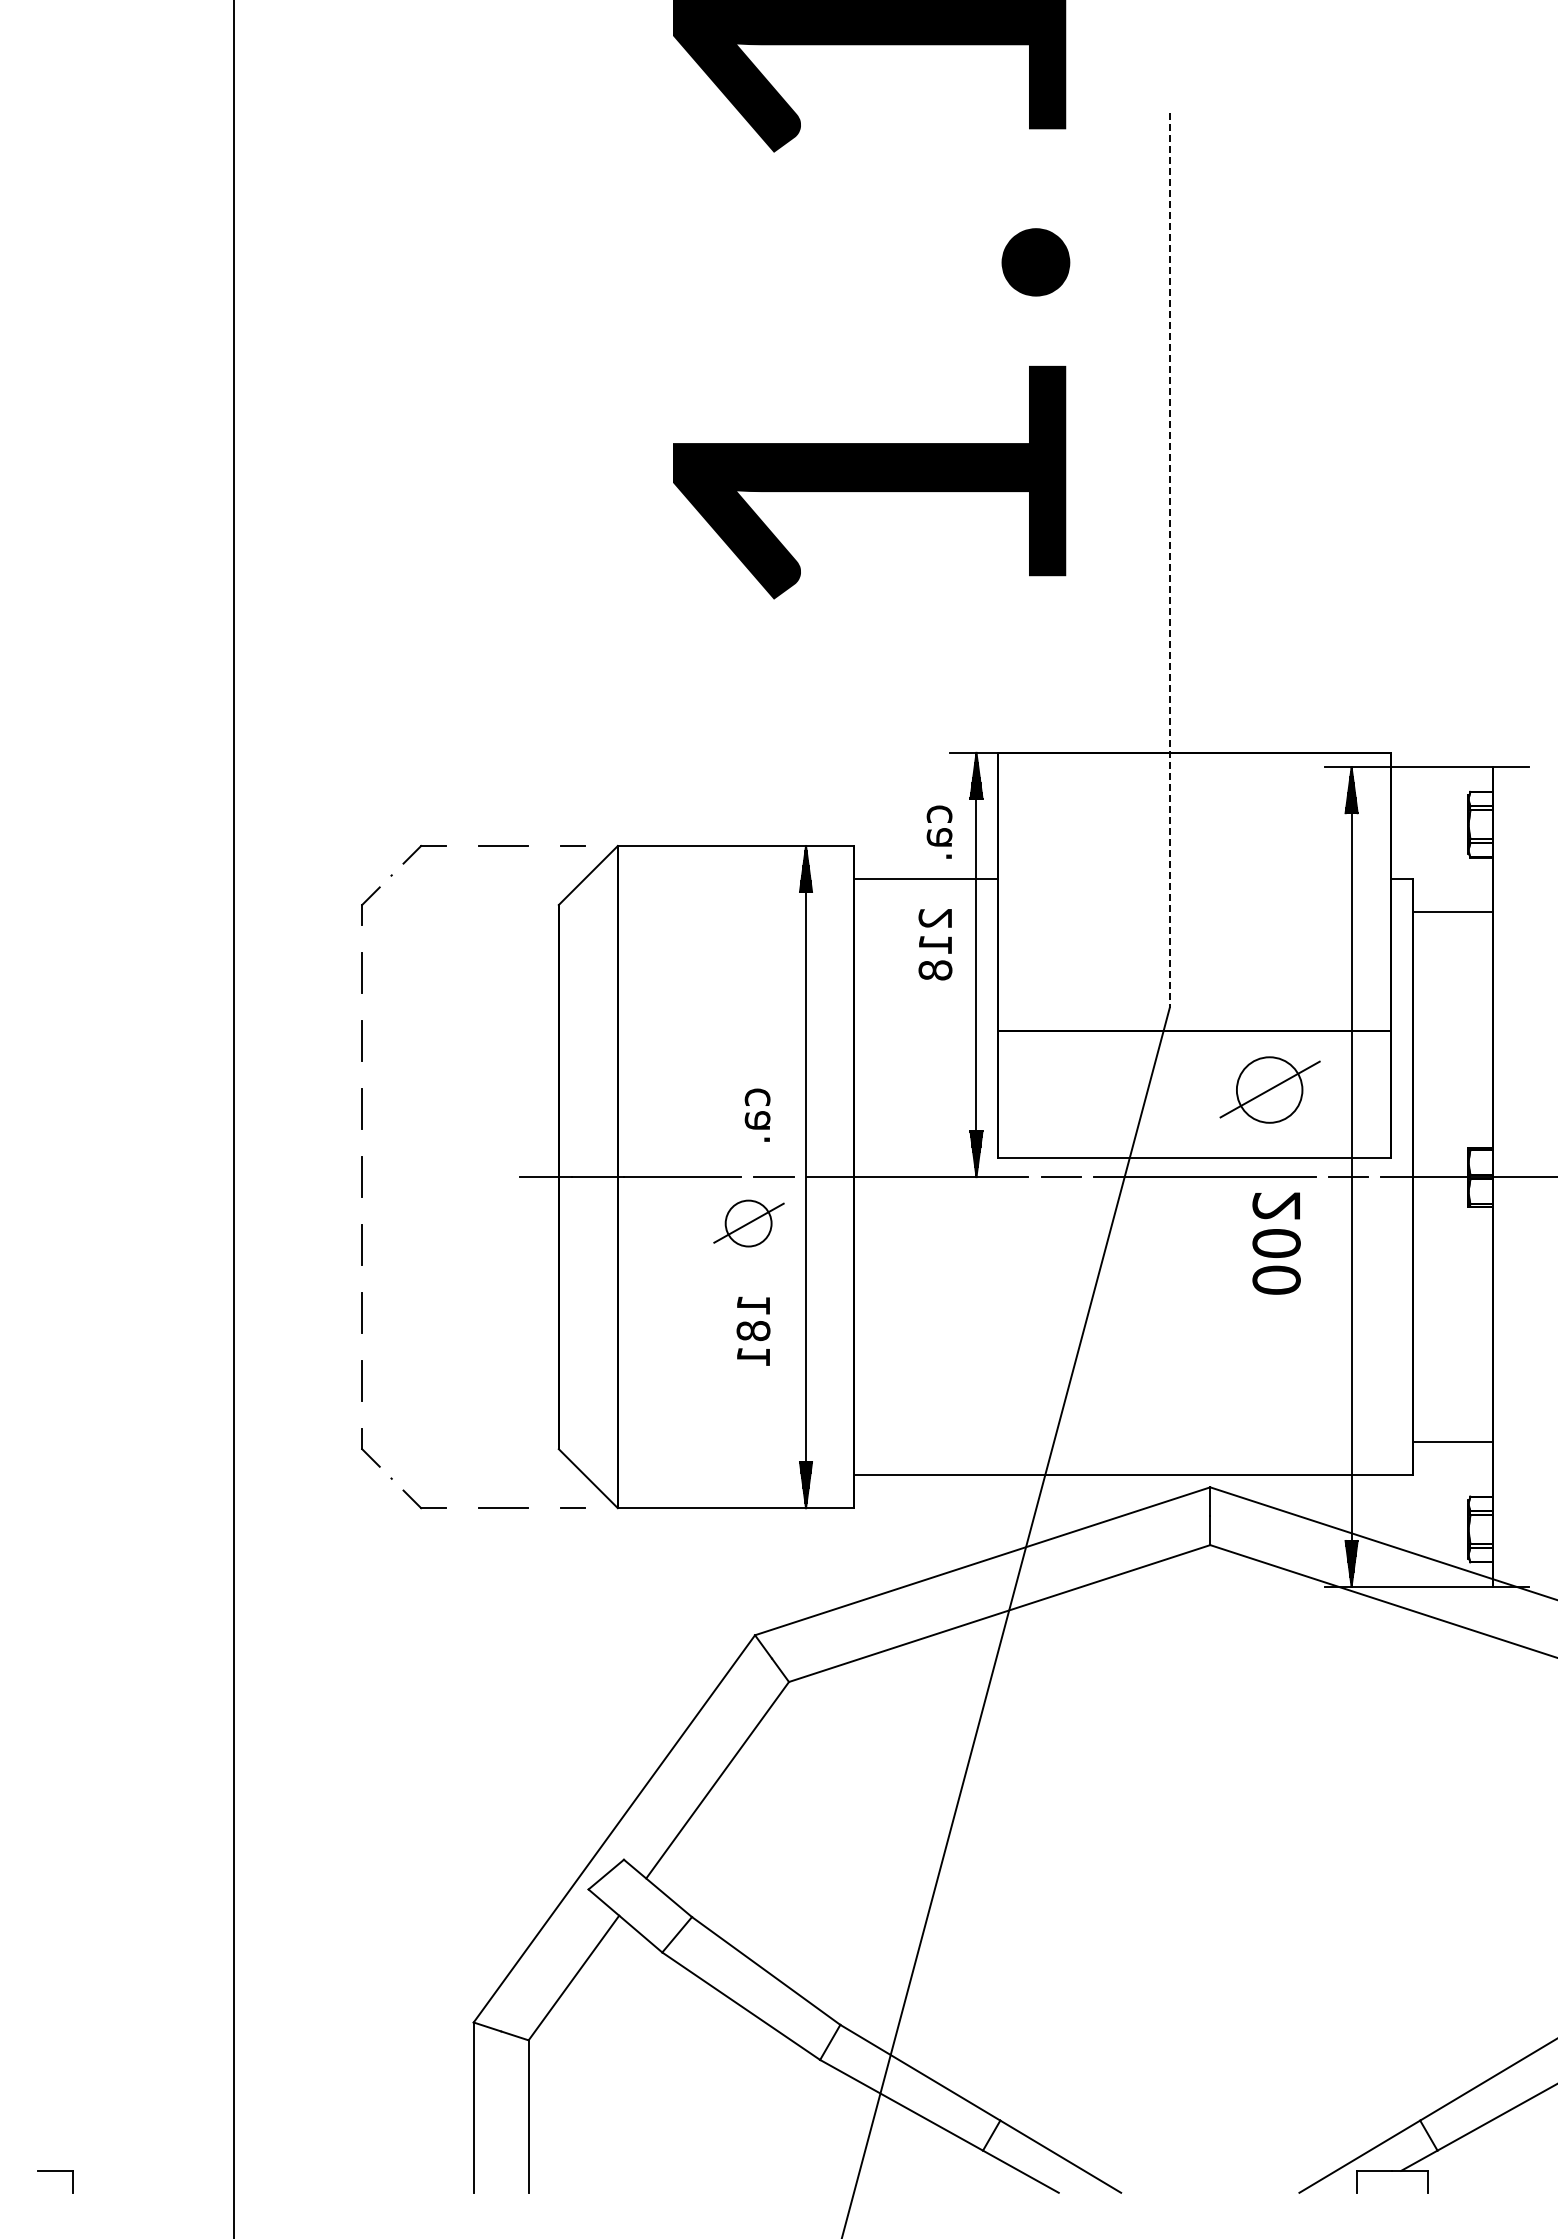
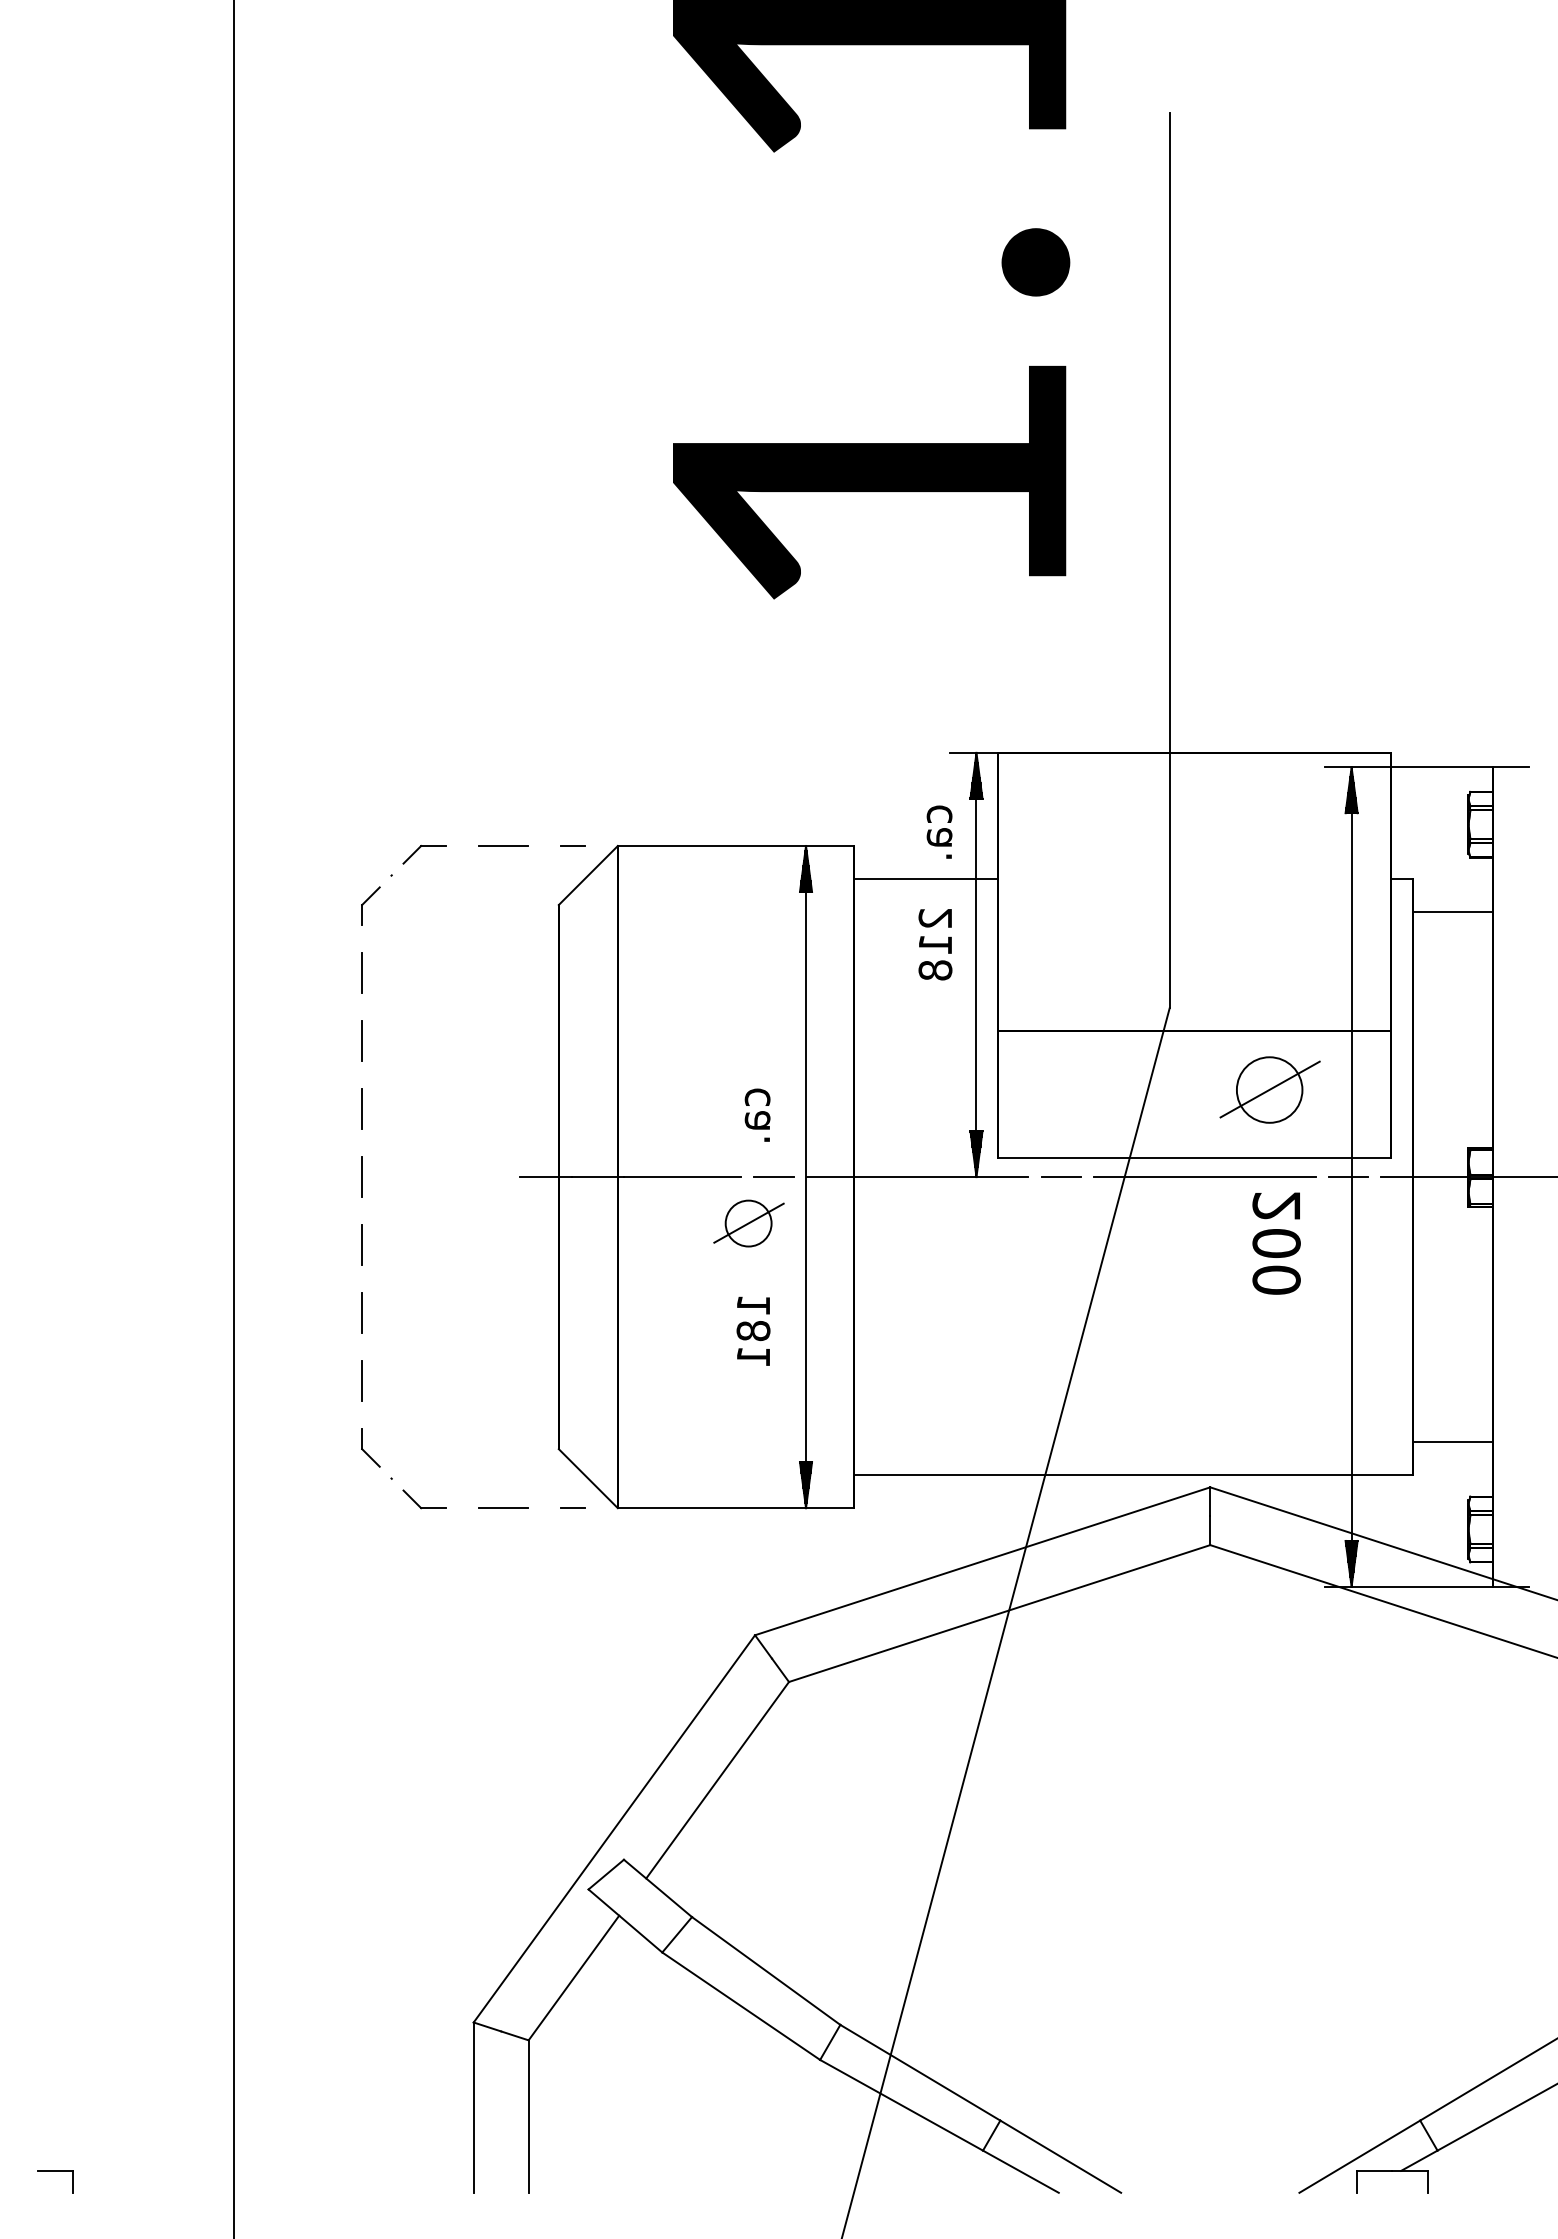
line at (1169, 560): dashed -> solid
